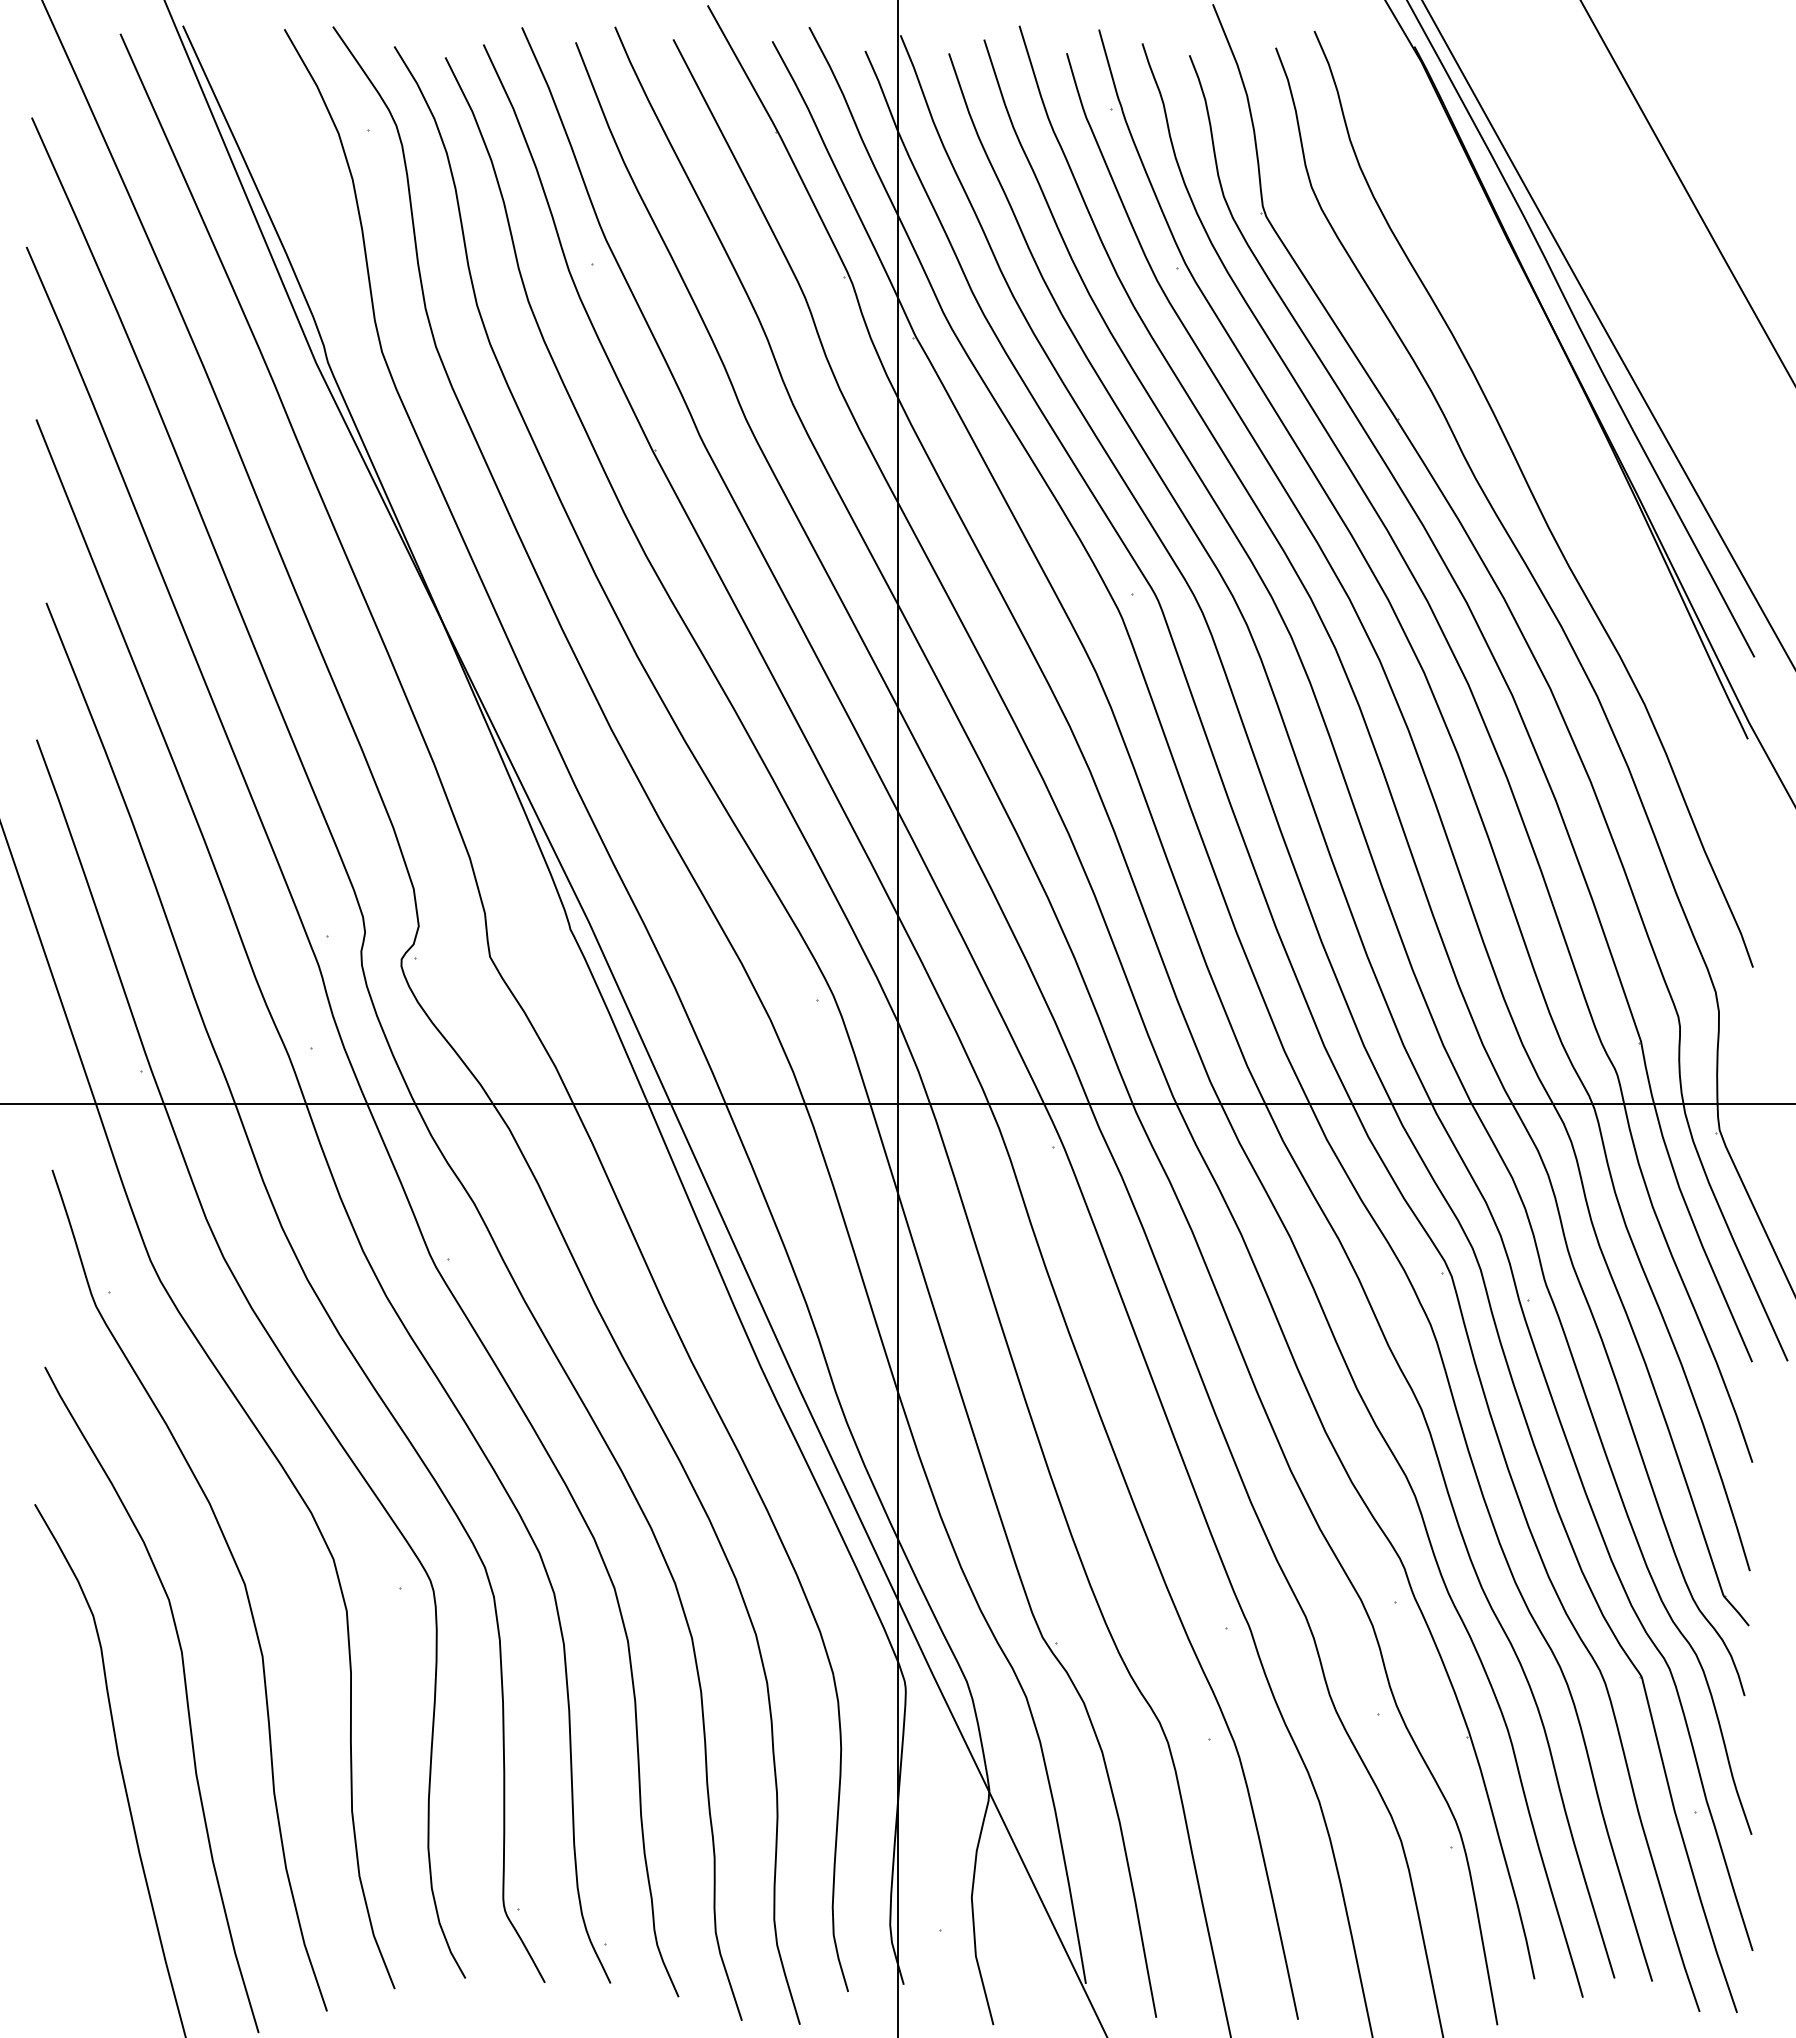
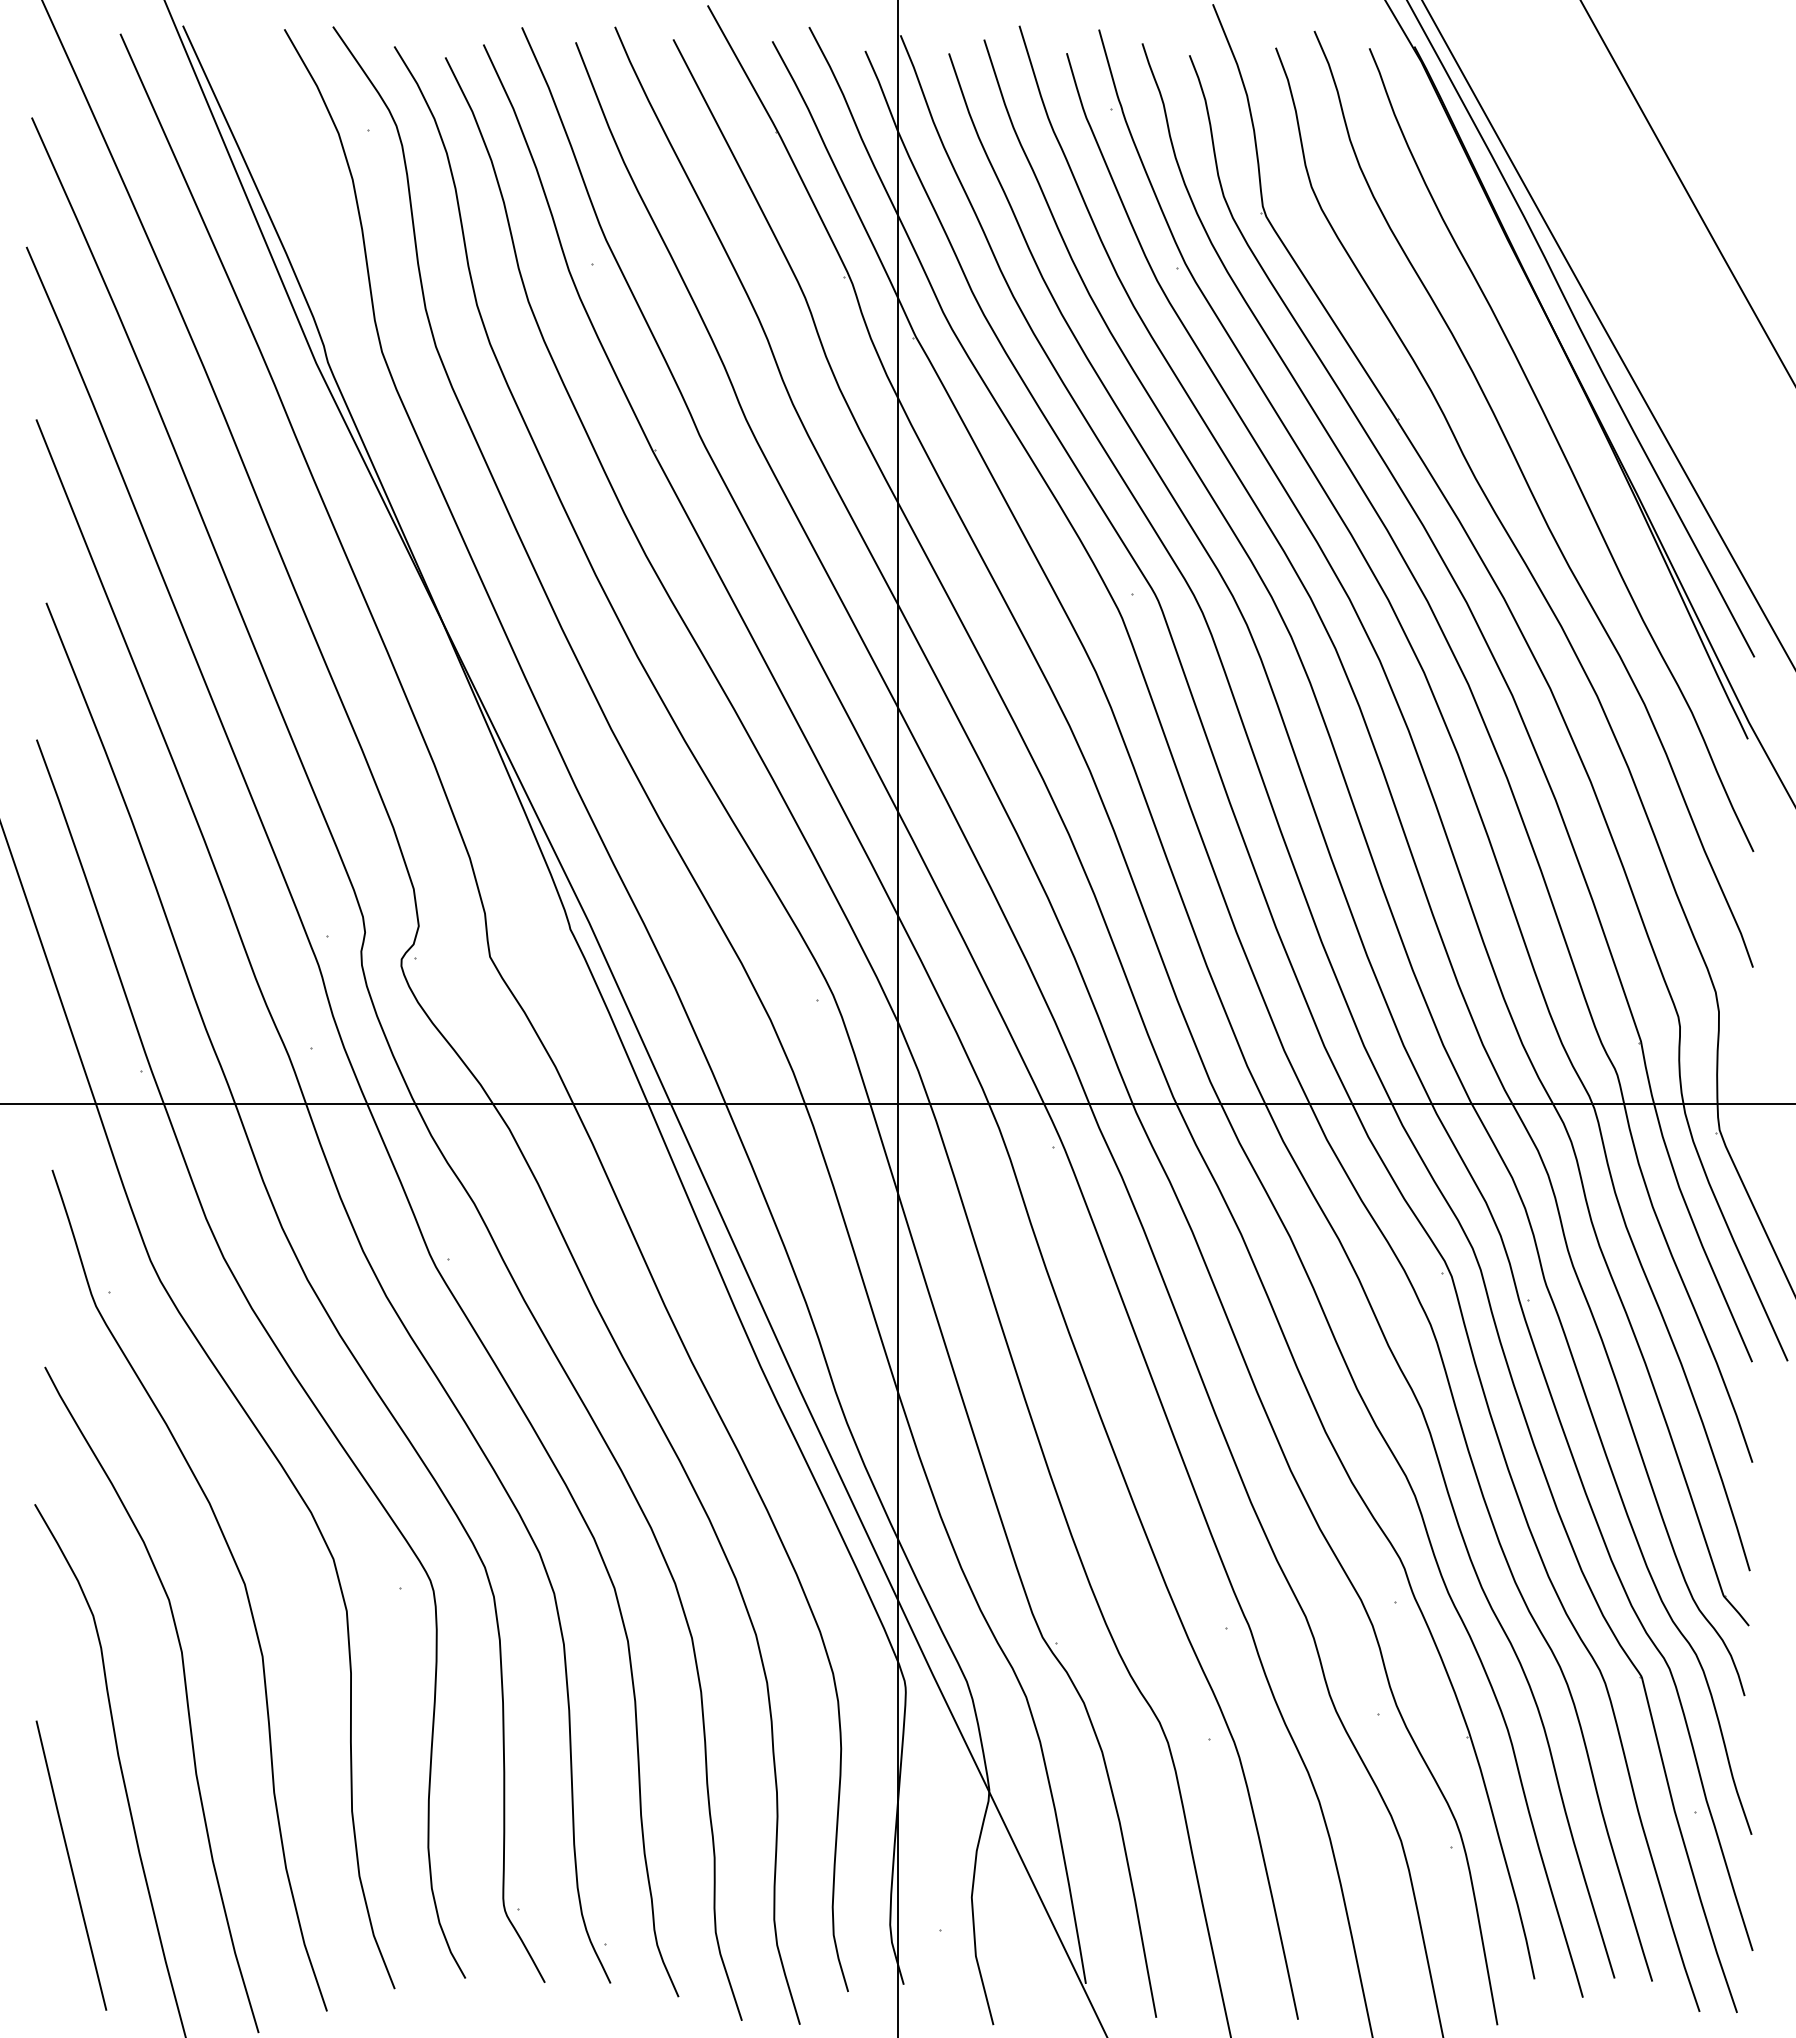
curve at (1561, 449): none -> present
line at (71, 1865): none -> present
